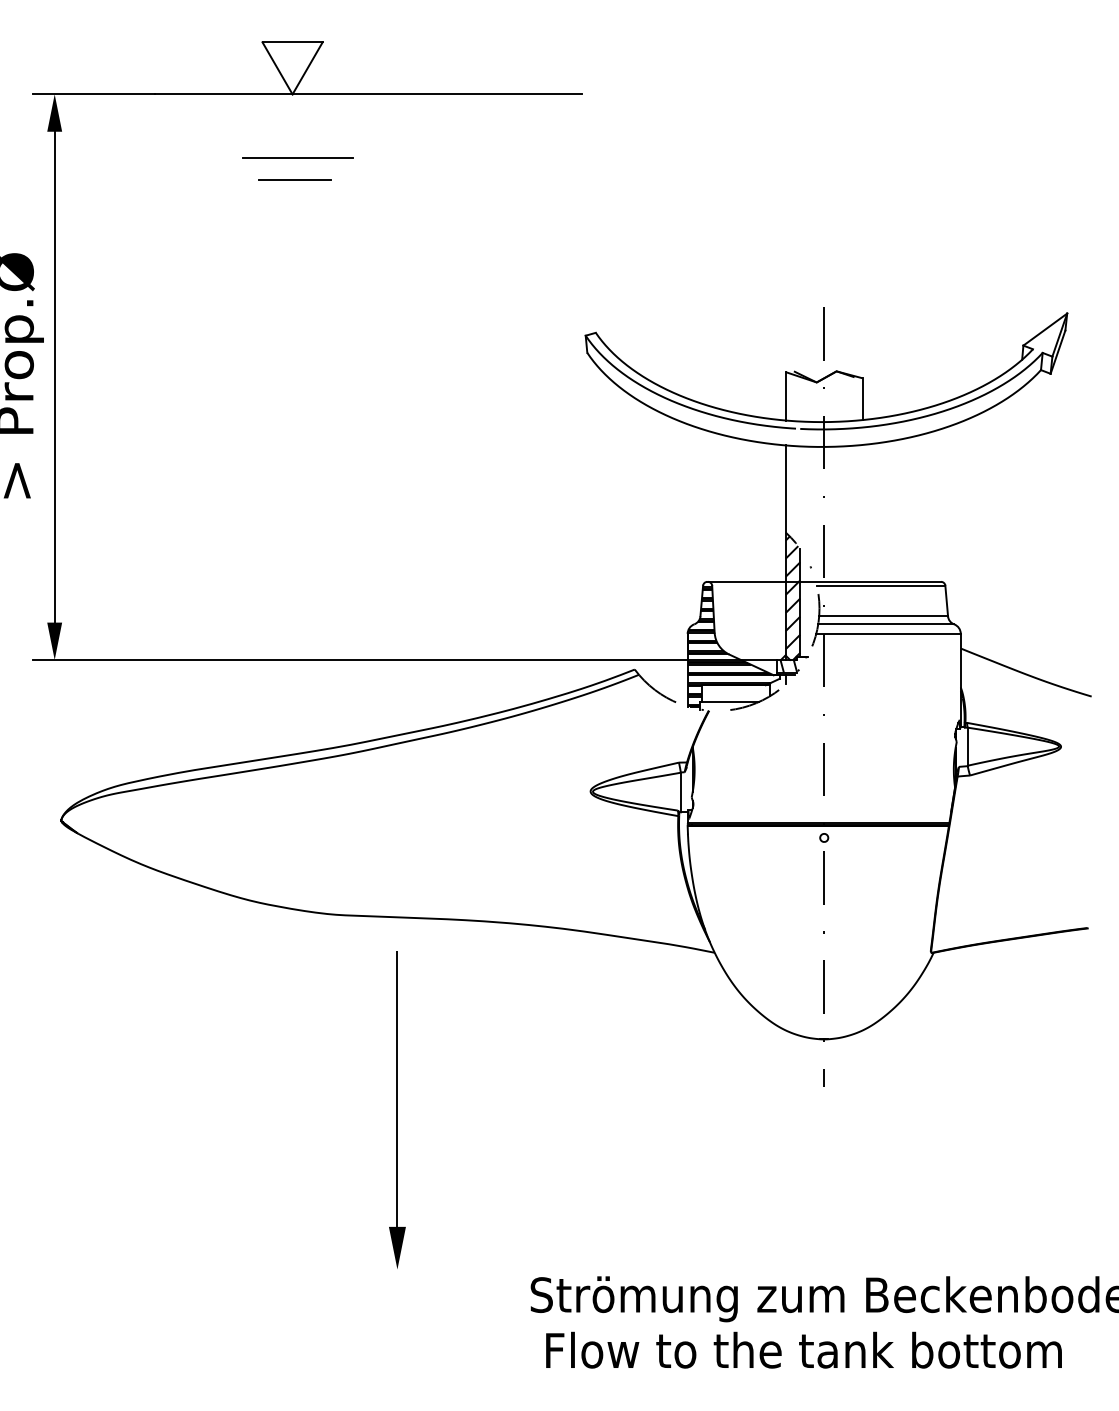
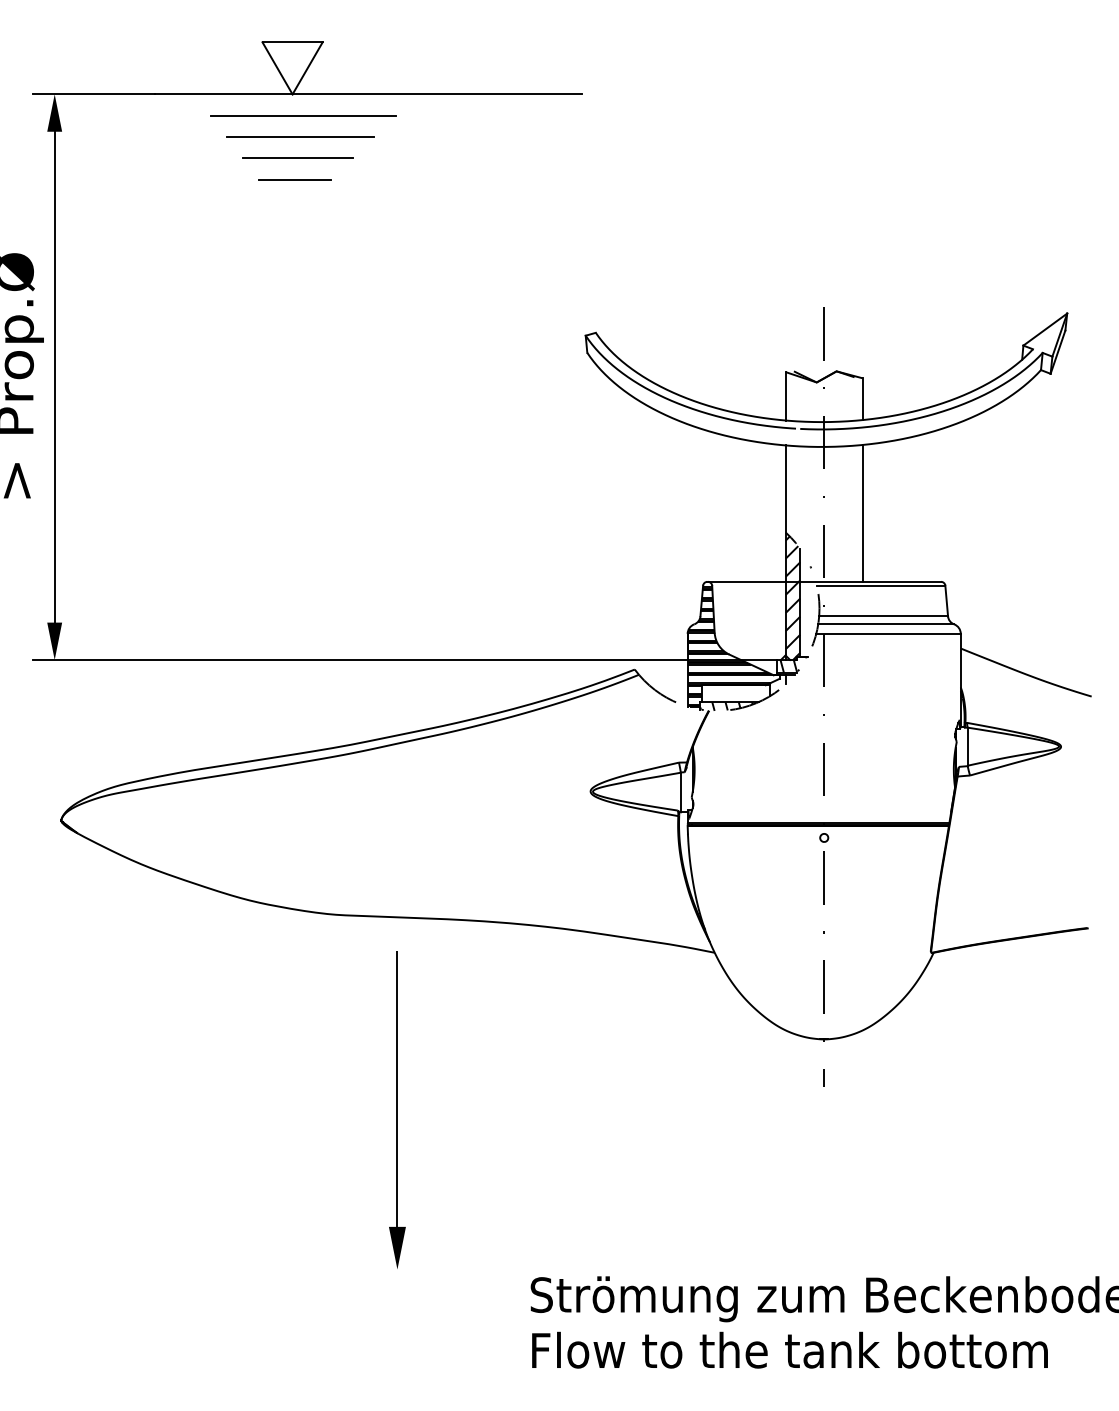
line at (303, 115): none -> present
line at (300, 136): none -> present
line at (862, 512): none -> present
hatch at (726, 706): none -> present
text at (803, 1349) position: (803, 1349) -> (789, 1349)
